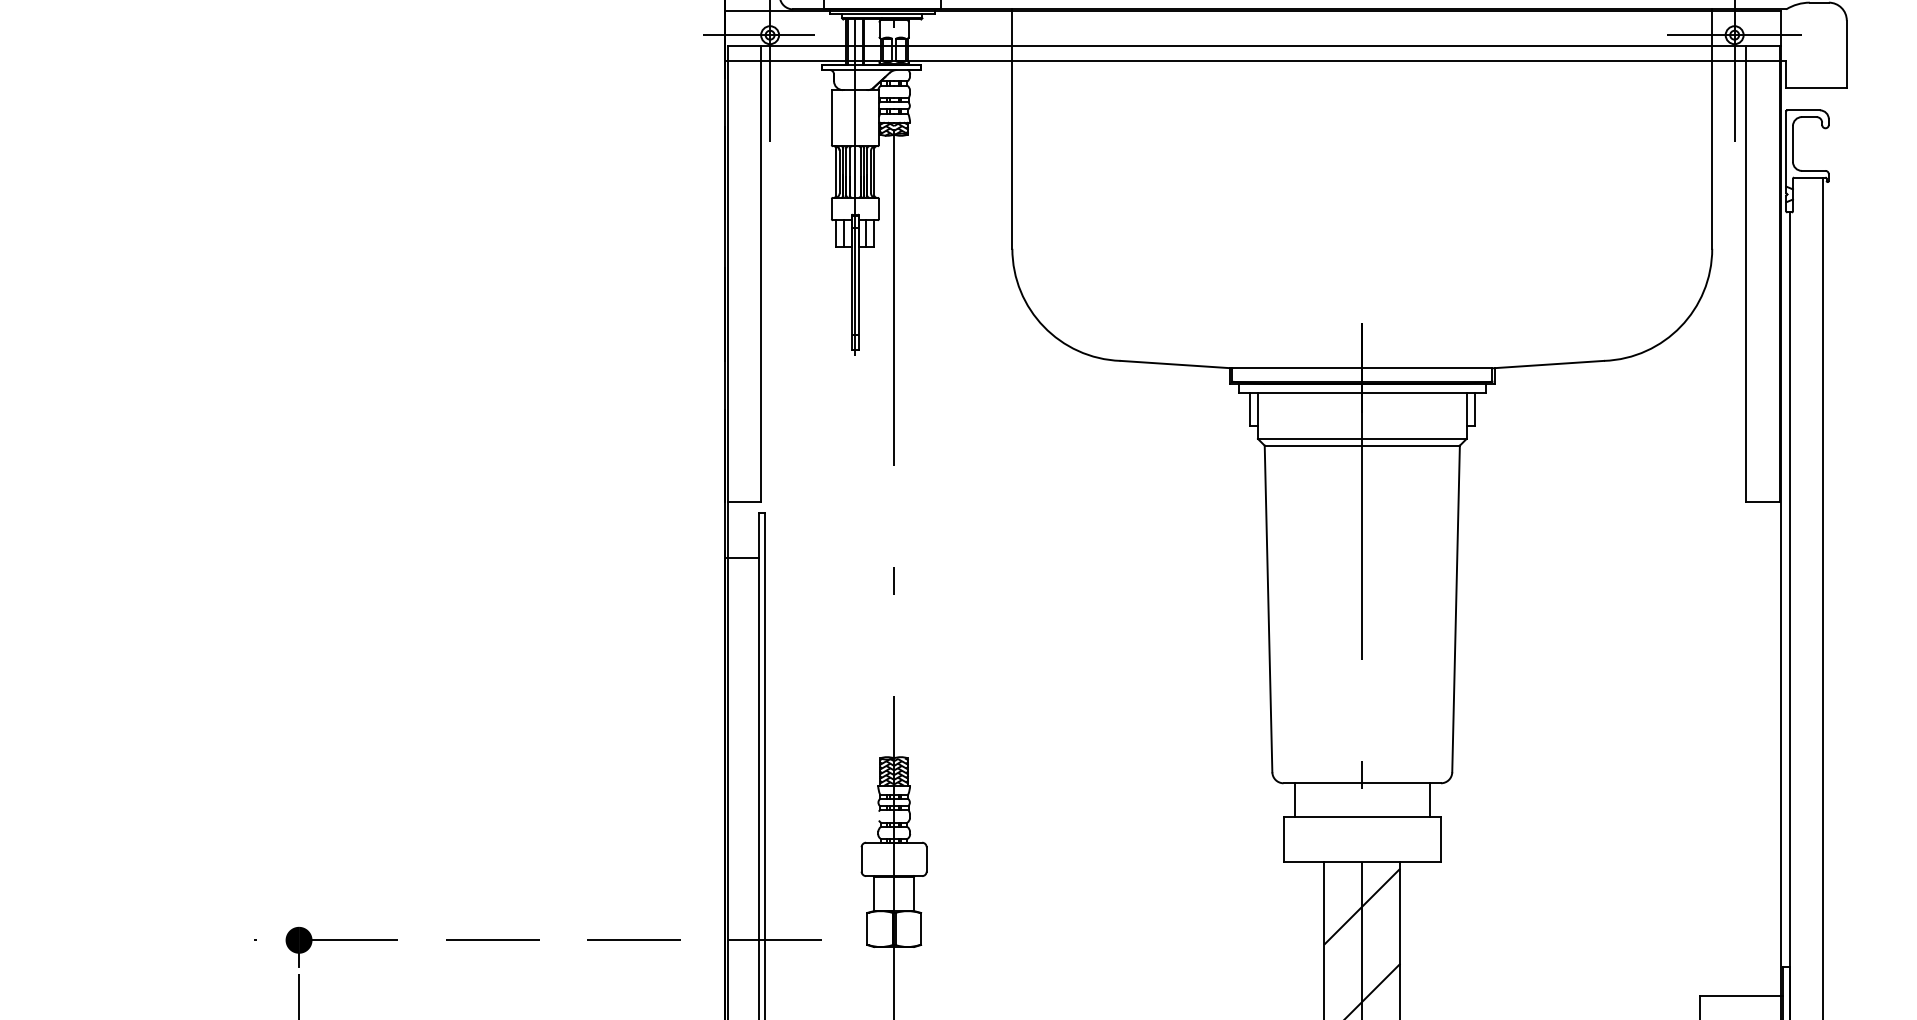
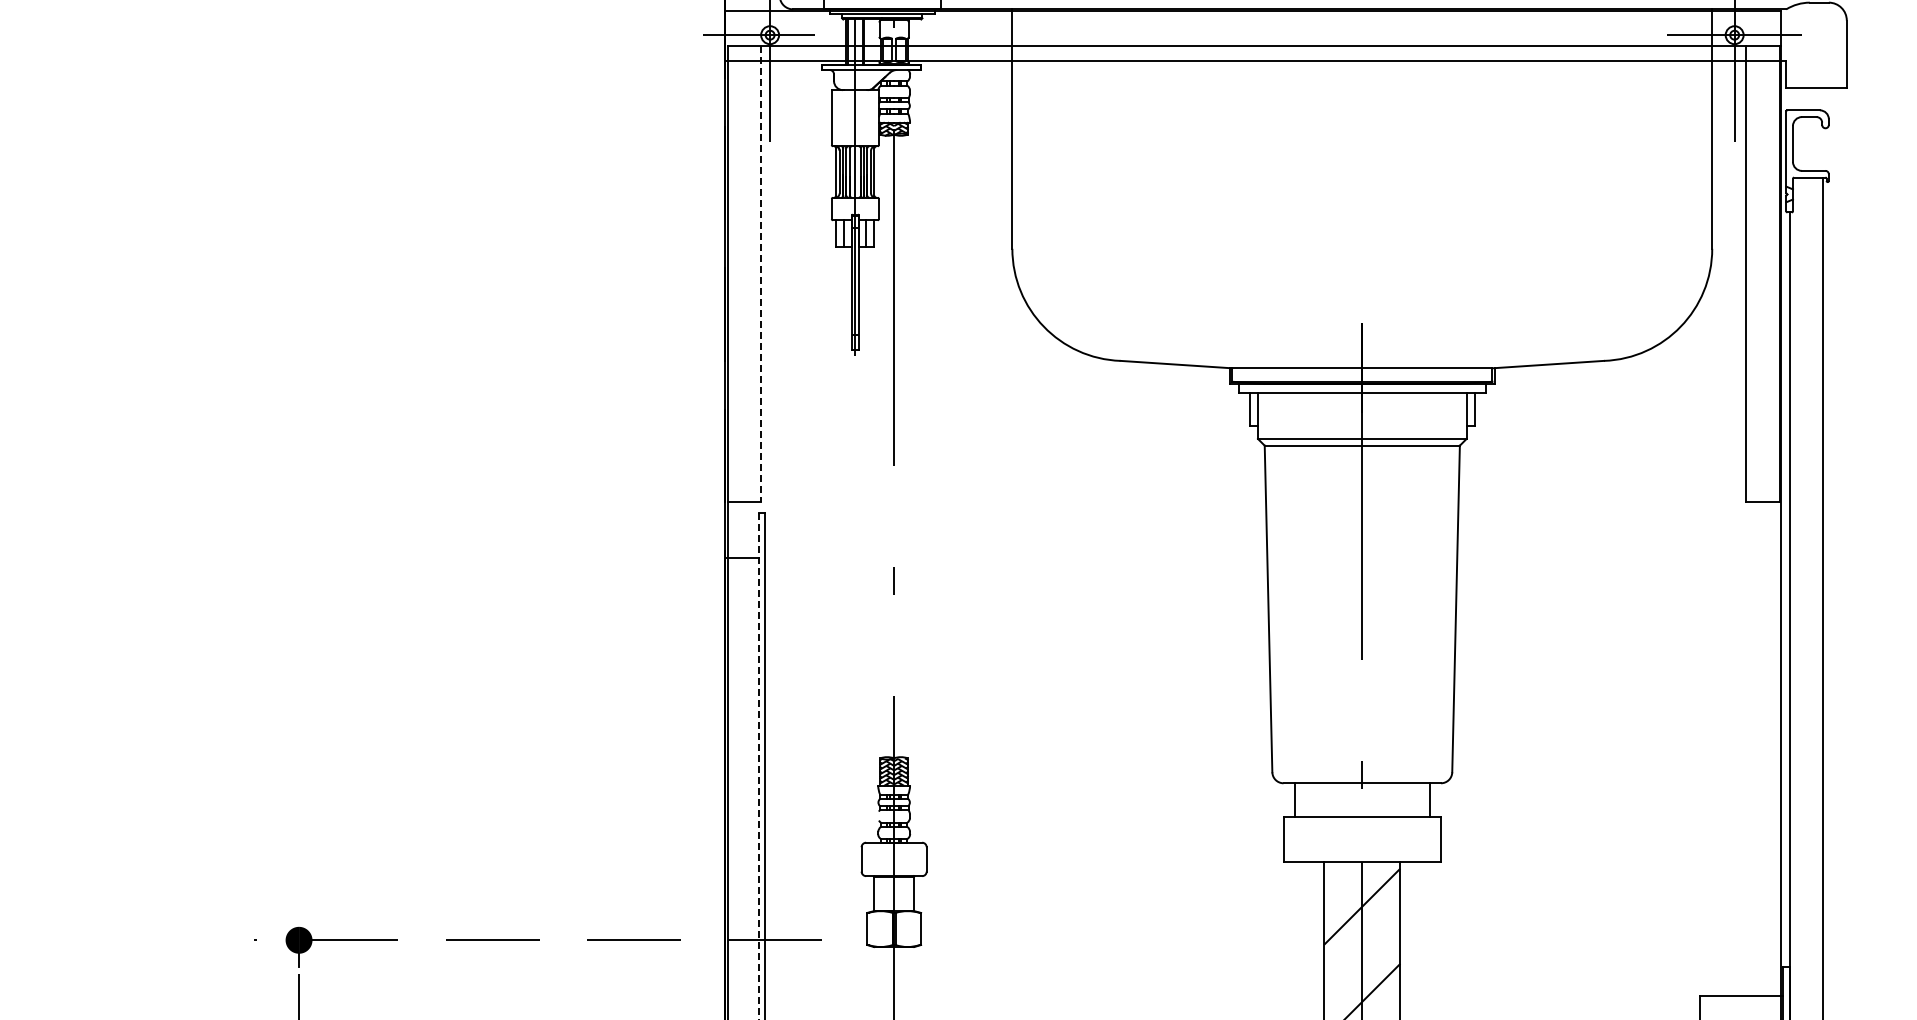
line at (761, 274): solid -> dashed
line at (758, 766): solid -> dashed
